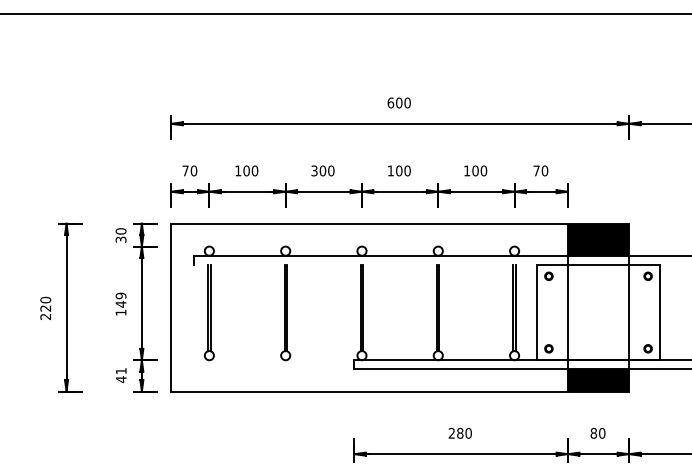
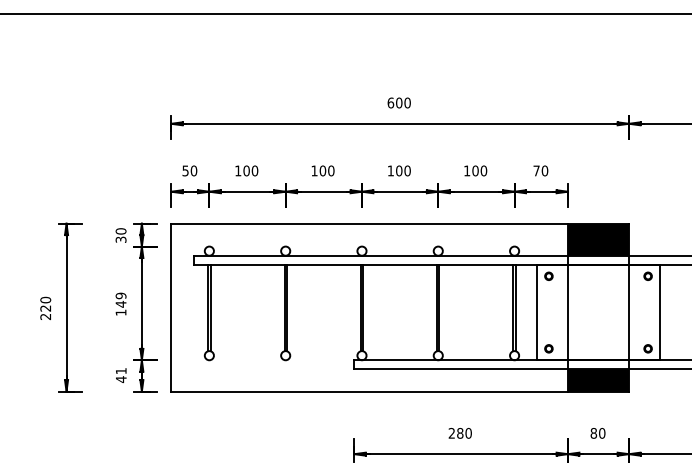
text at (185, 170): 70 -> 50
text at (314, 170): 300 -> 100
line at (441, 264): none -> present
